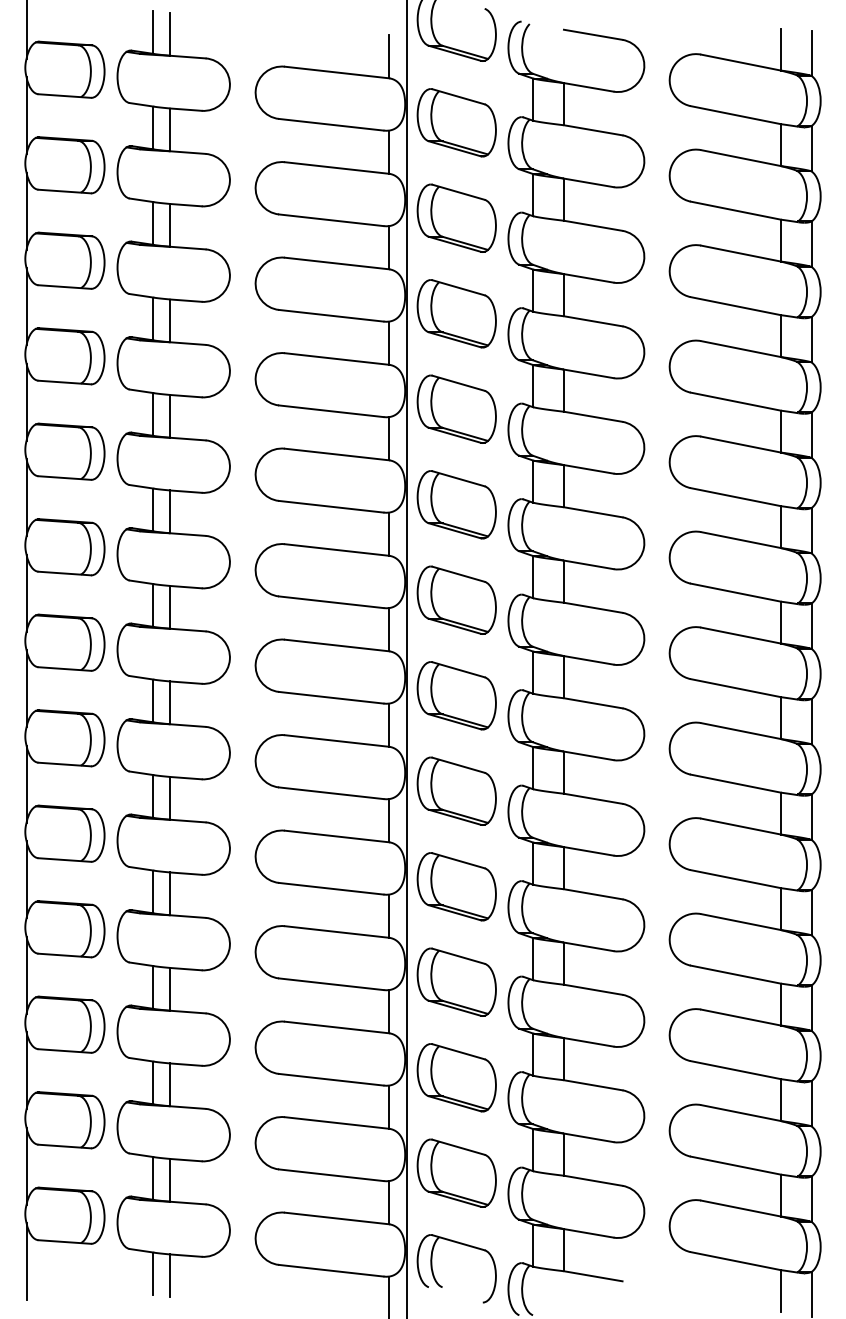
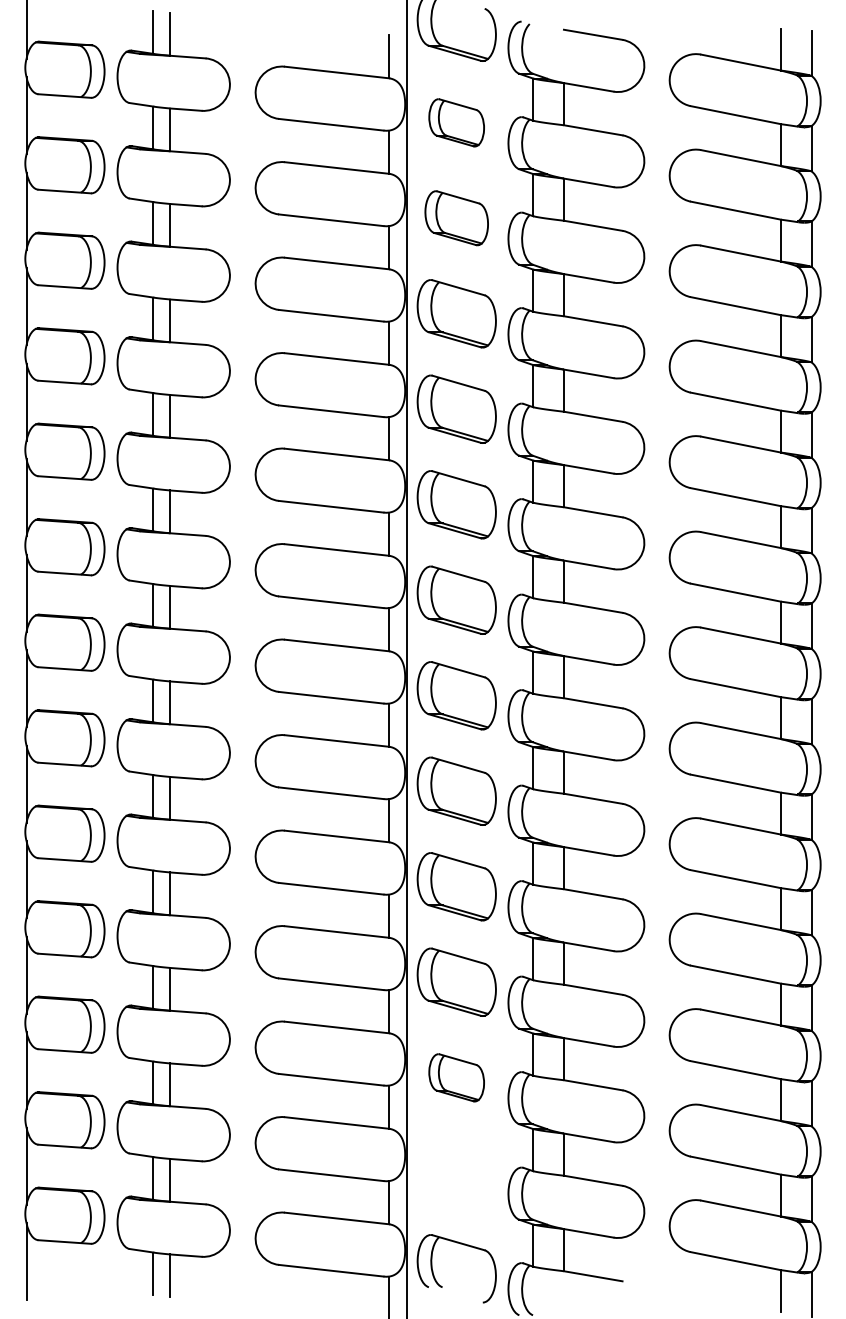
part at (456, 122) size: 81x70 px -> 57x50 px
part at (456, 217) size: 81x70 px -> 65x57 px
part at (456, 1077) size: 81x70 px -> 57x50 px
part at (456, 1172): present -> none
